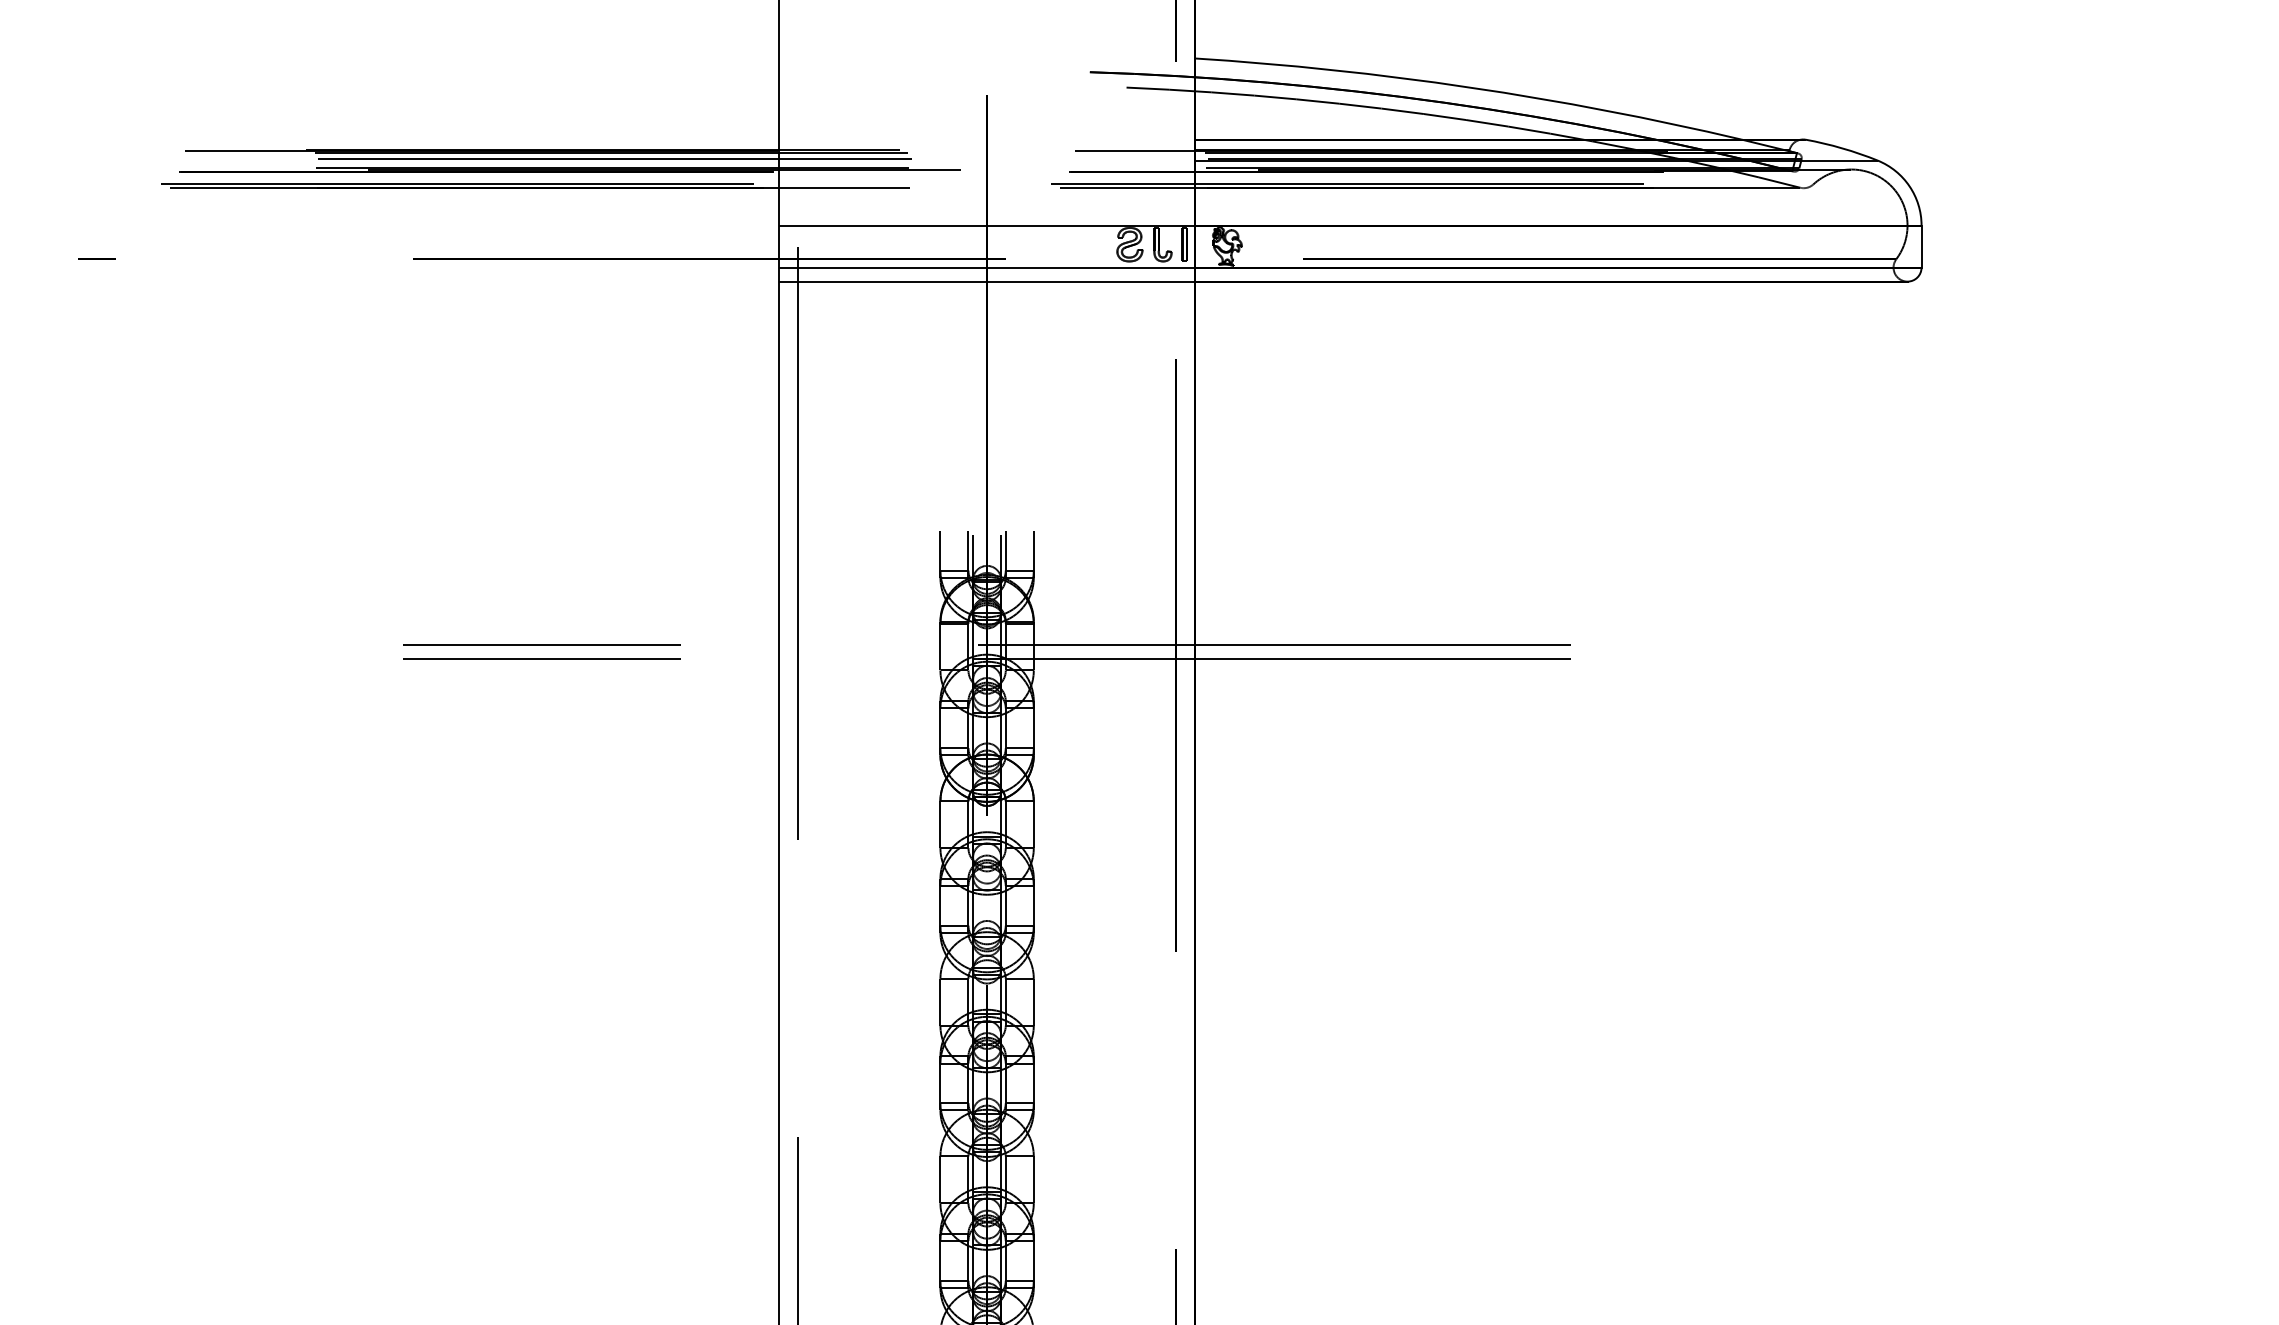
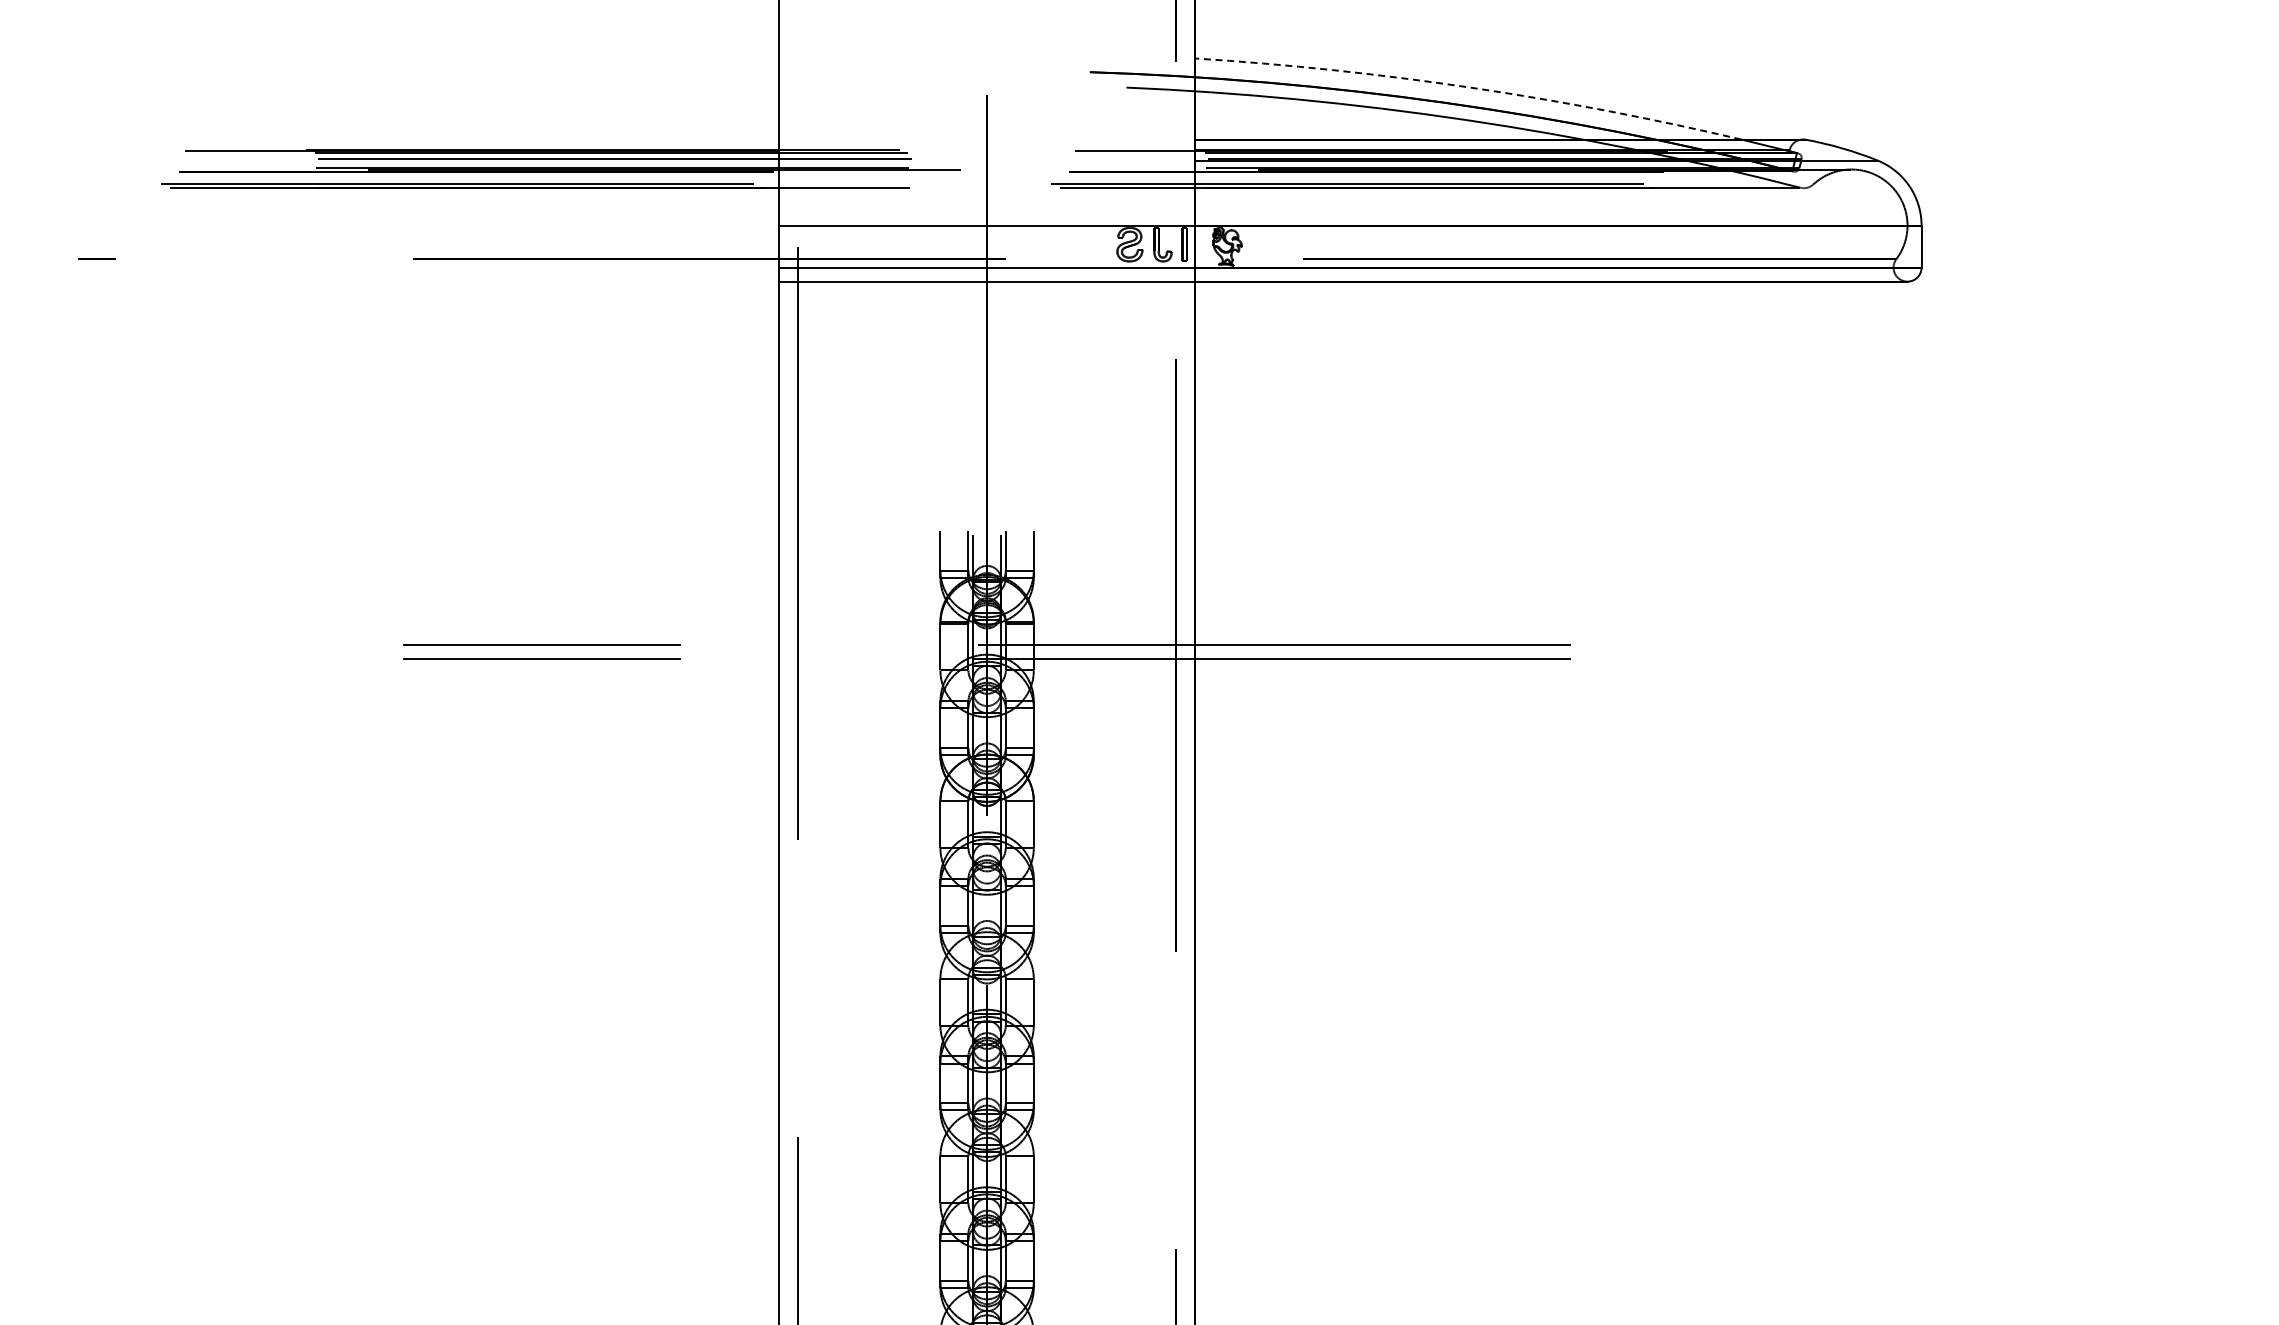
arc at (1469, 87): solid -> dashed
